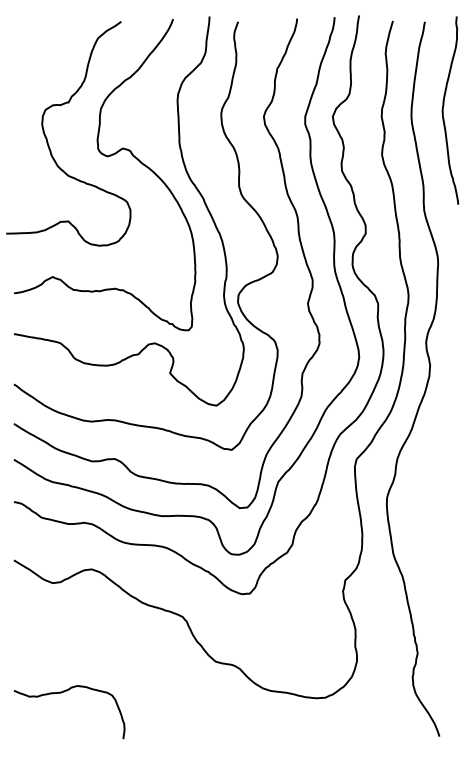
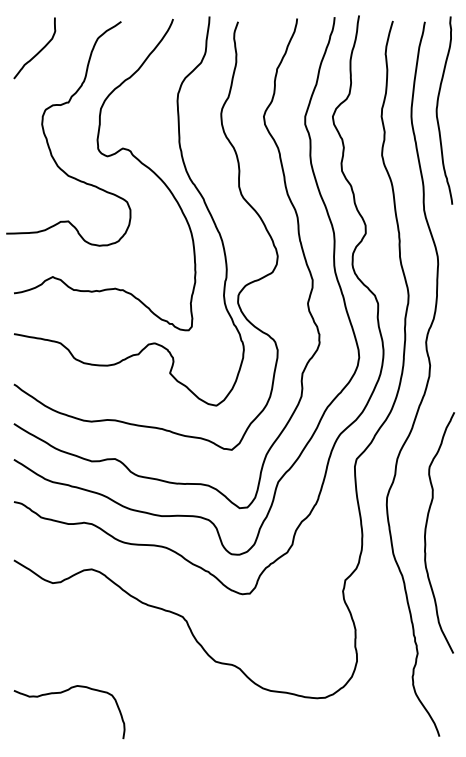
curve at (38, 51): none -> present
curve at (443, 110) position: (443, 110) -> (437, 110)
curve at (426, 532): none -> present
